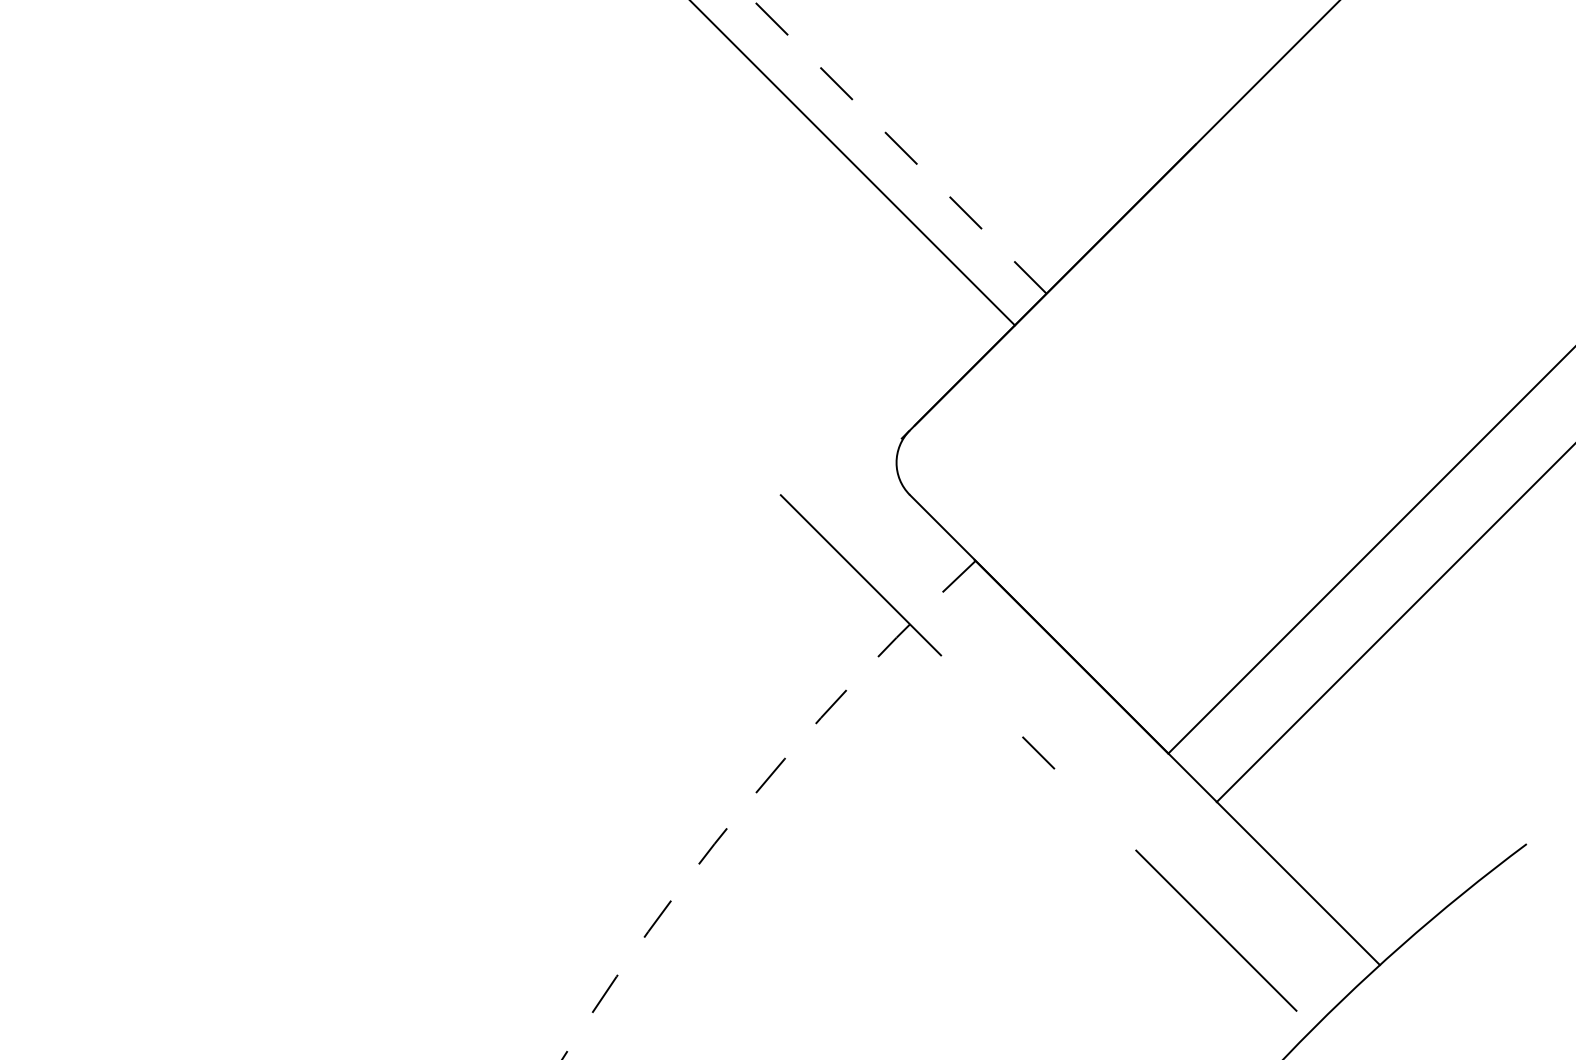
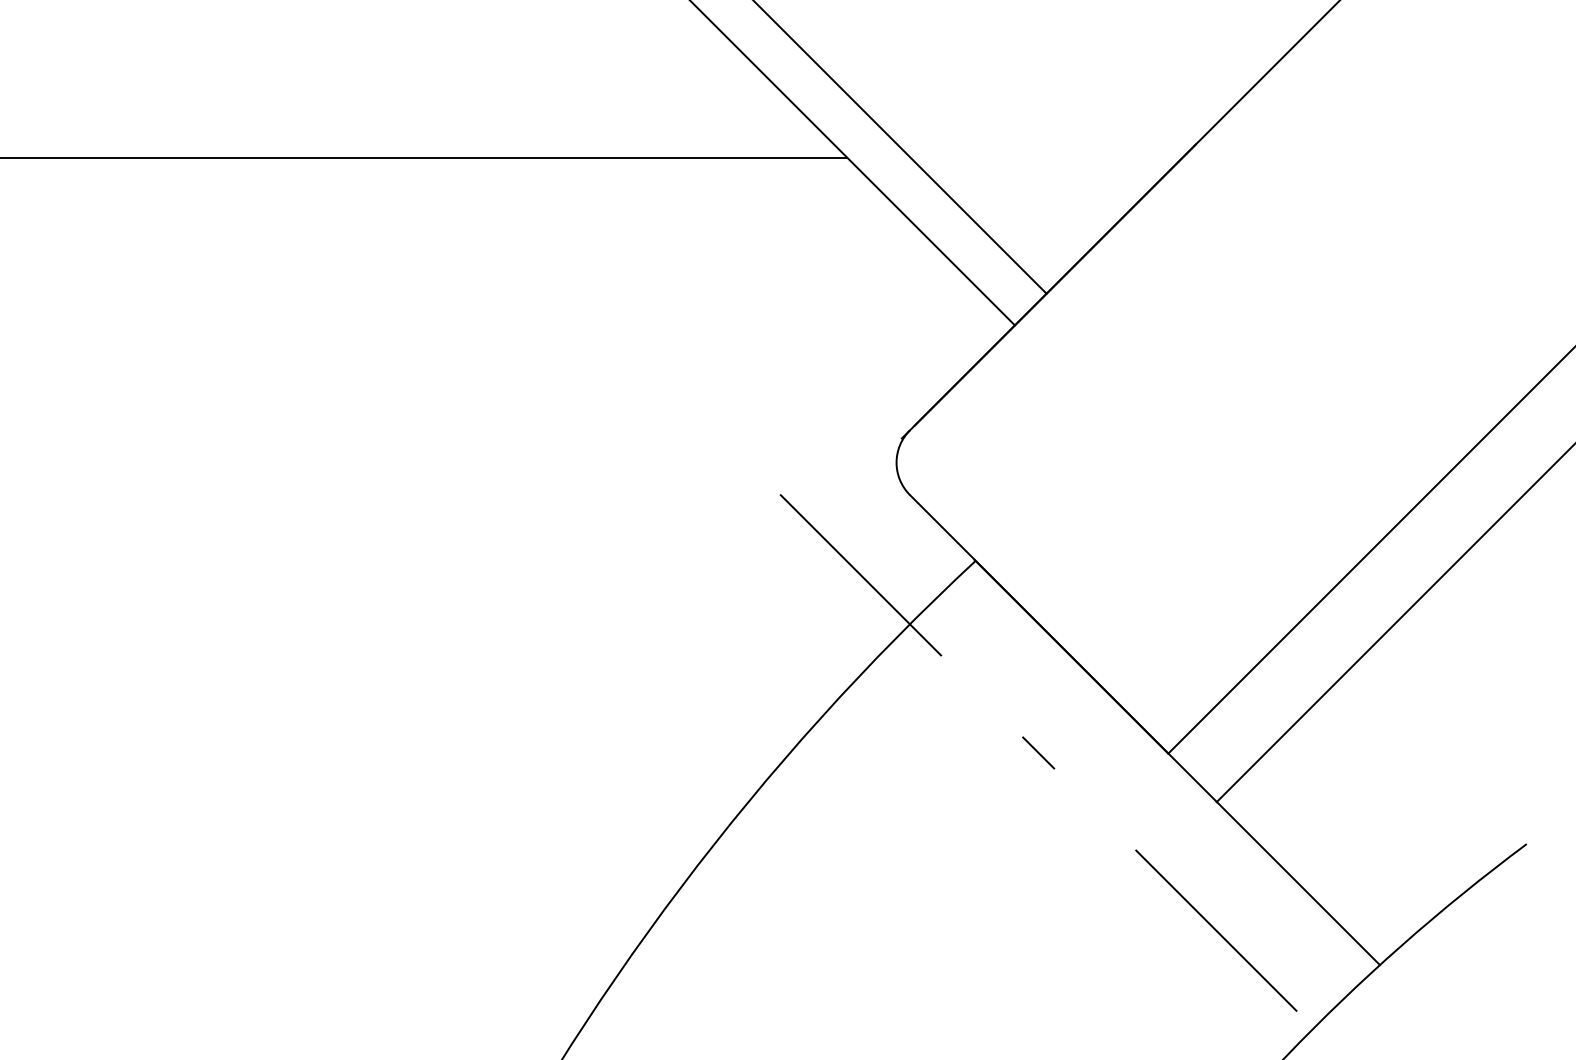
line at (899, 146): dashed -> solid
line at (424, 157): none -> present
arc at (752, 797): dashed -> solid
